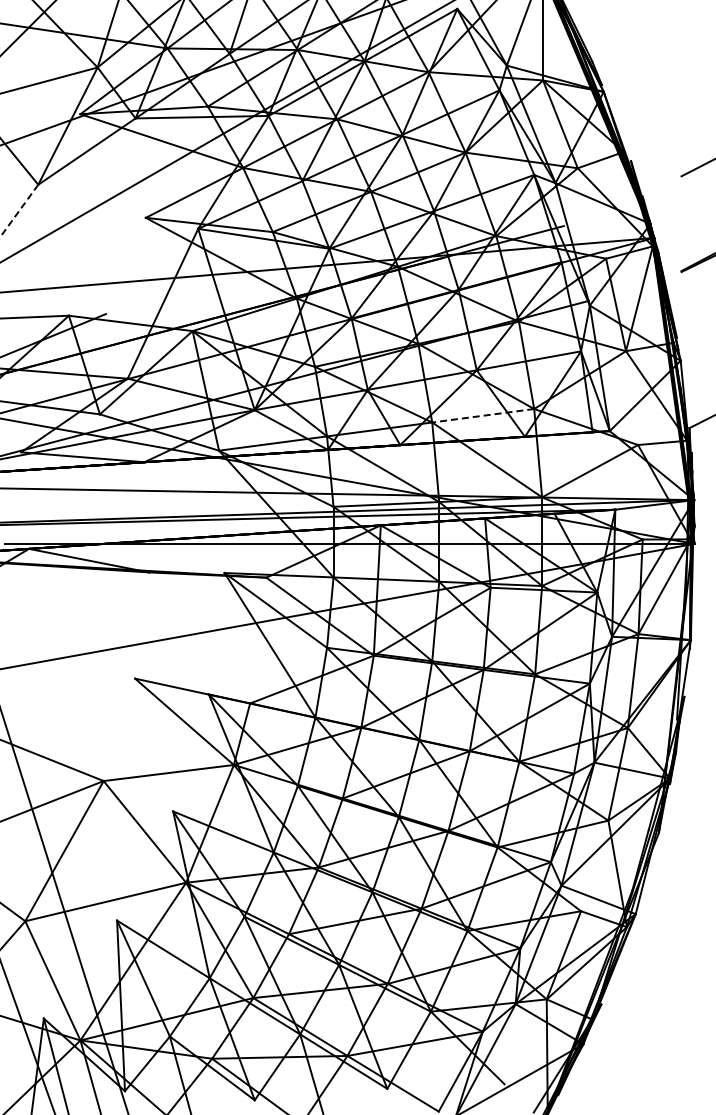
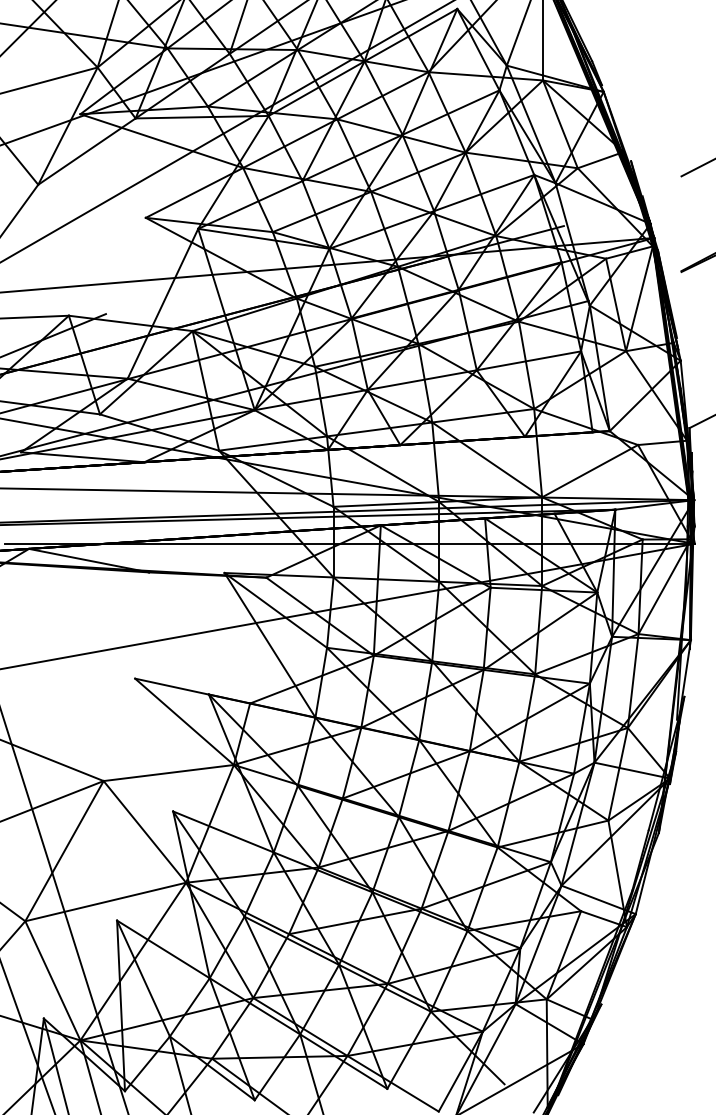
line at (19, 211): dashed -> solid
line at (482, 415): dashed -> solid
